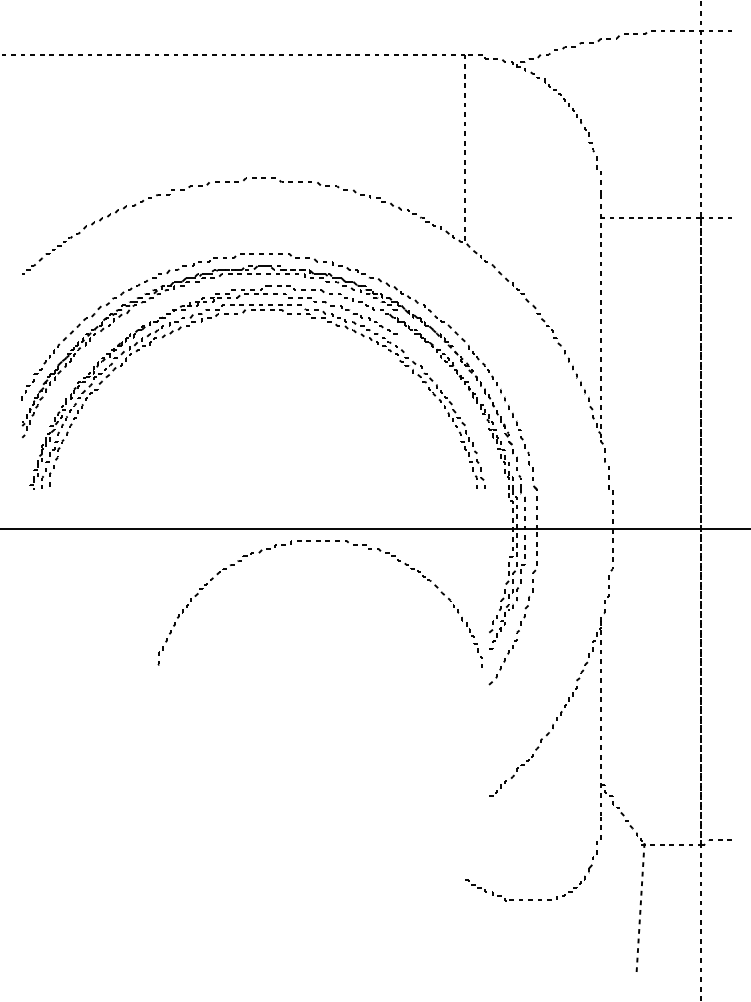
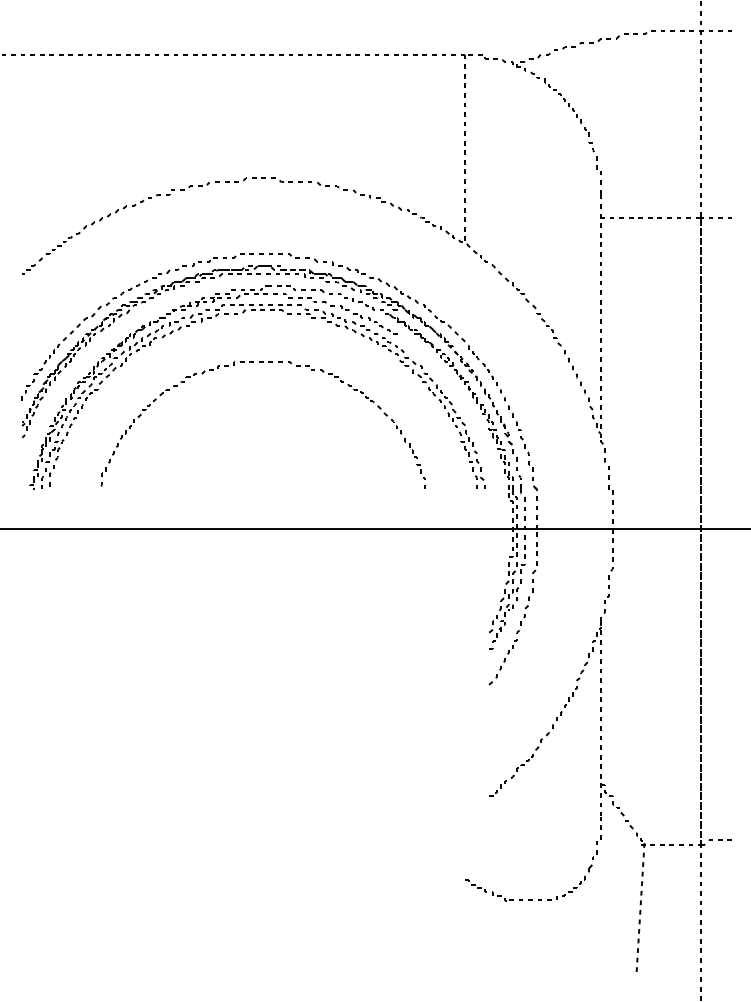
curve at (319, 541) position: (319, 541) -> (262, 362)
